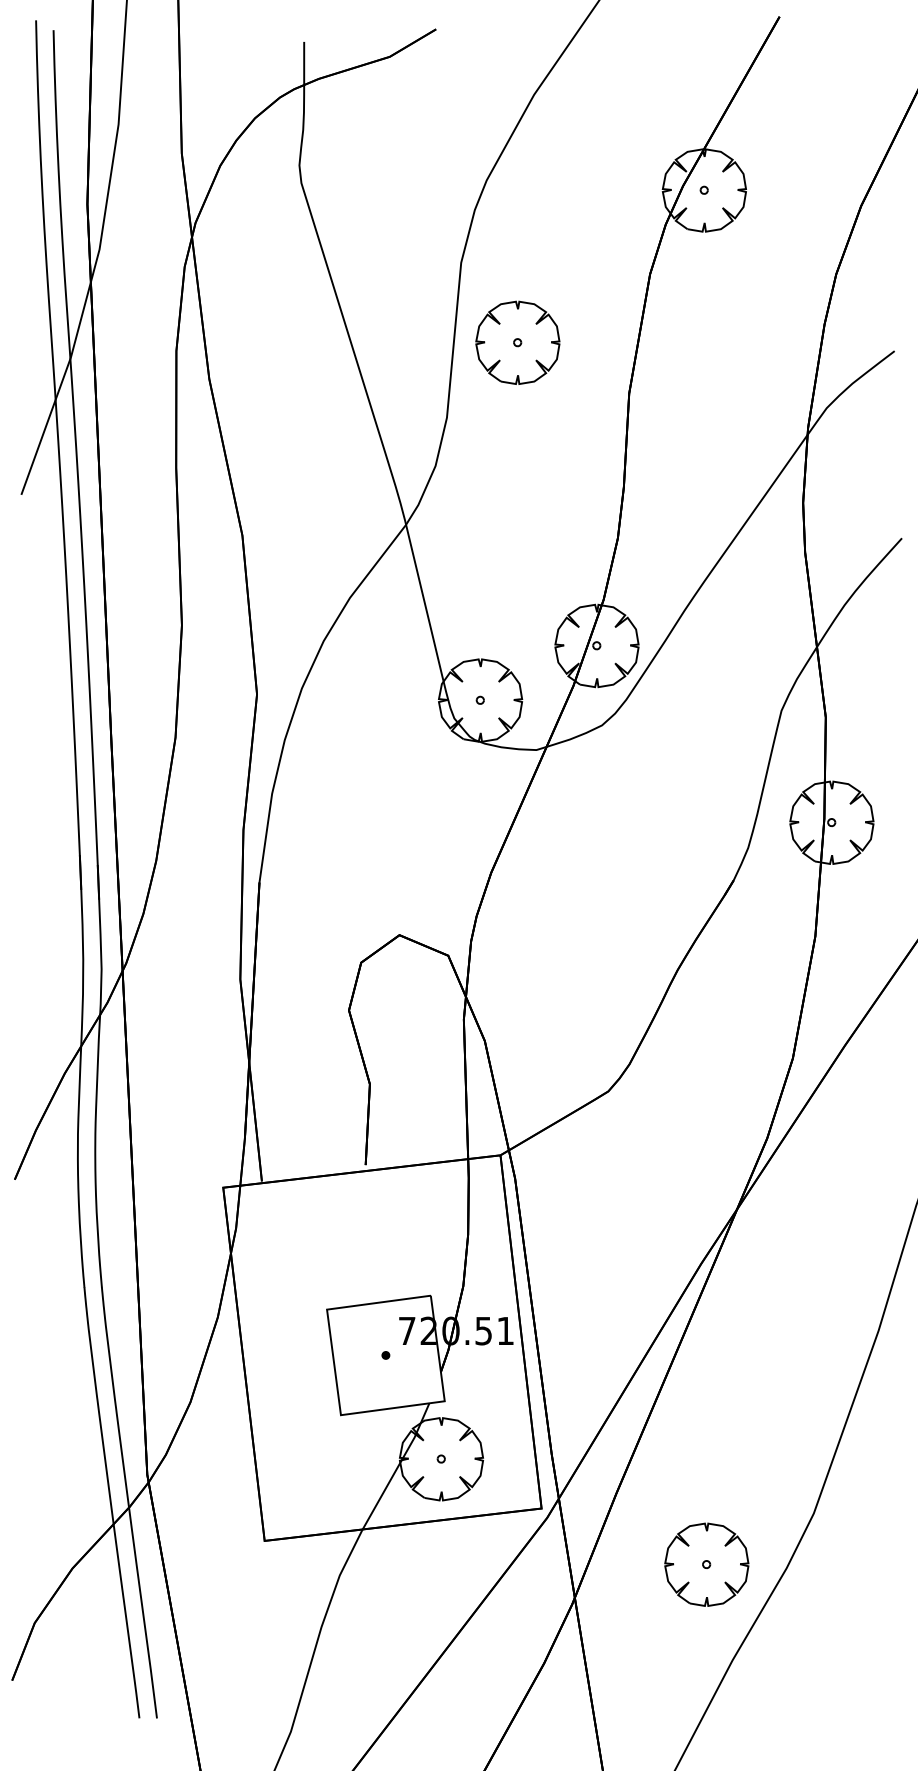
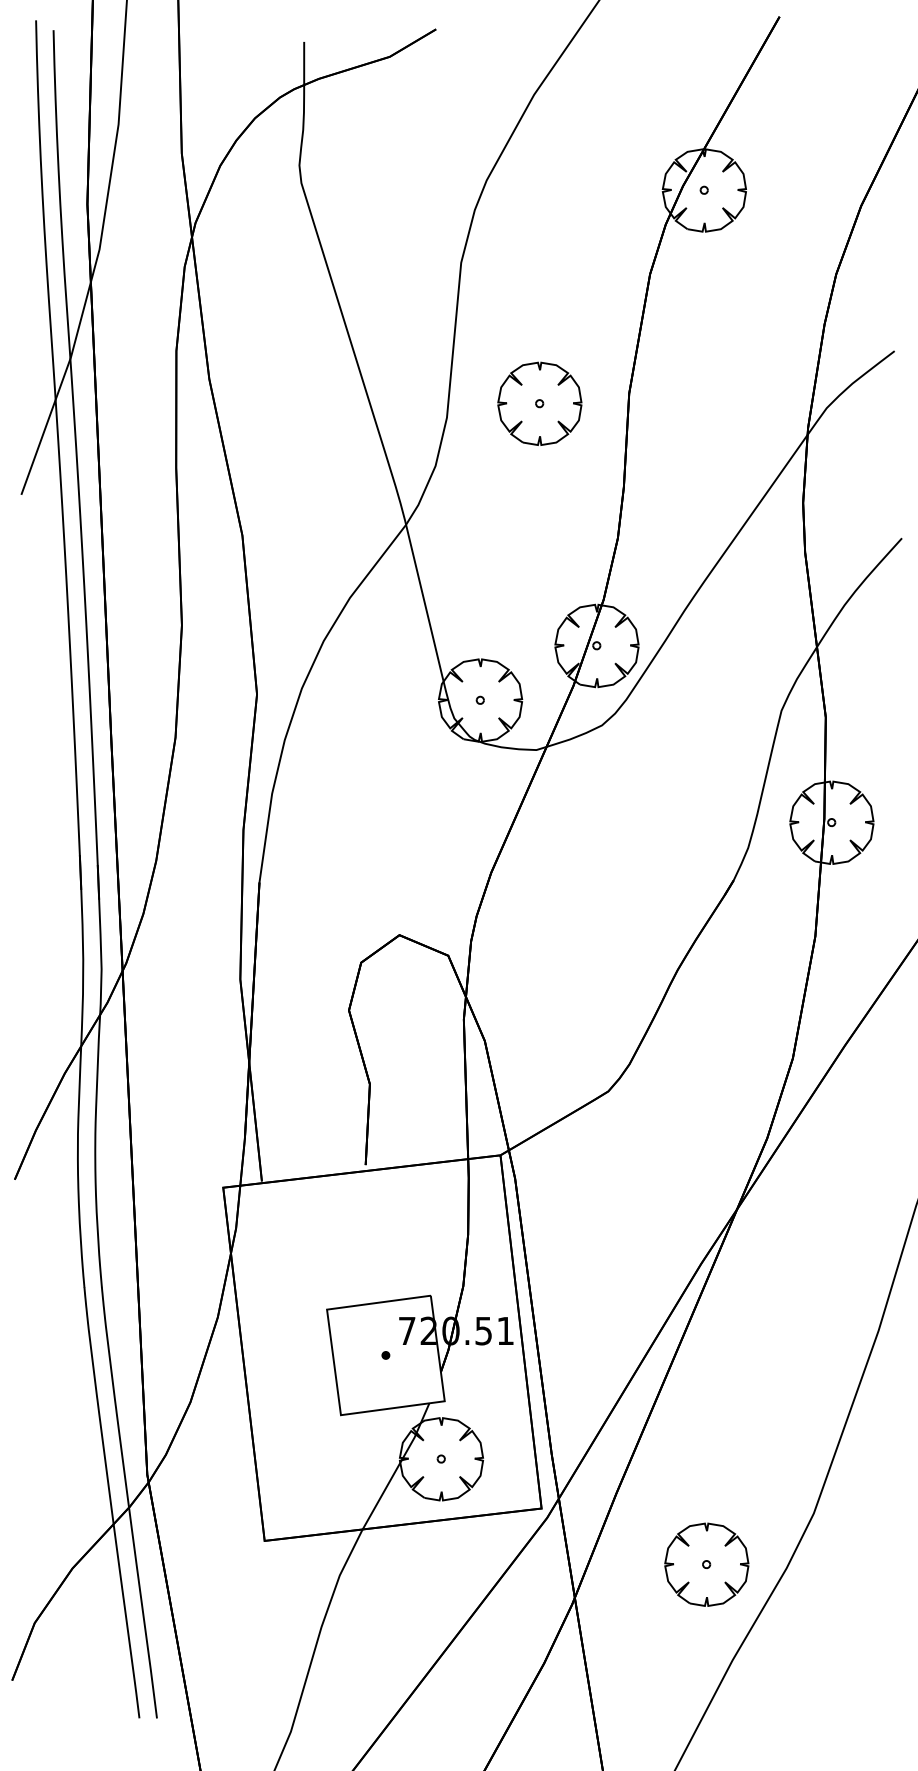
part at (517, 342) position: (517, 342) -> (539, 403)
